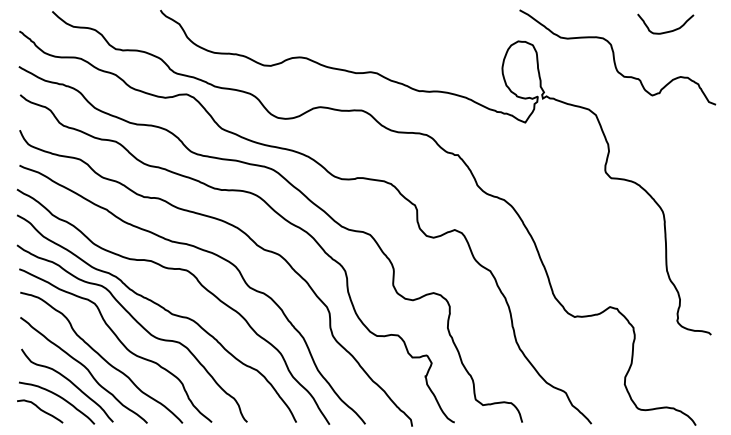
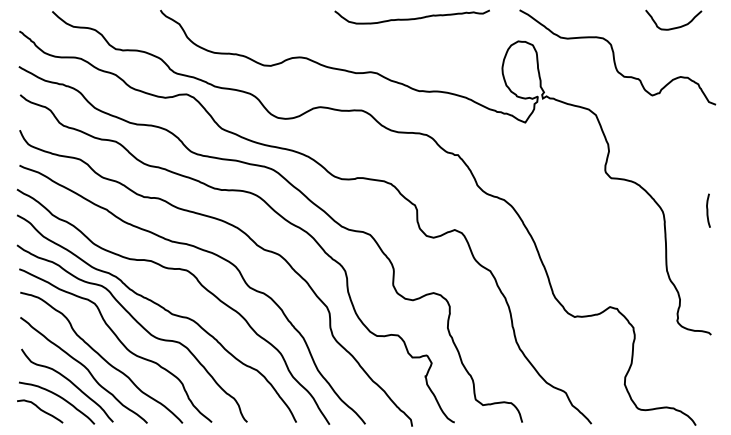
curve at (411, 18): none -> present
curve at (665, 31) position: (665, 31) -> (673, 27)
curve at (708, 210): none -> present
